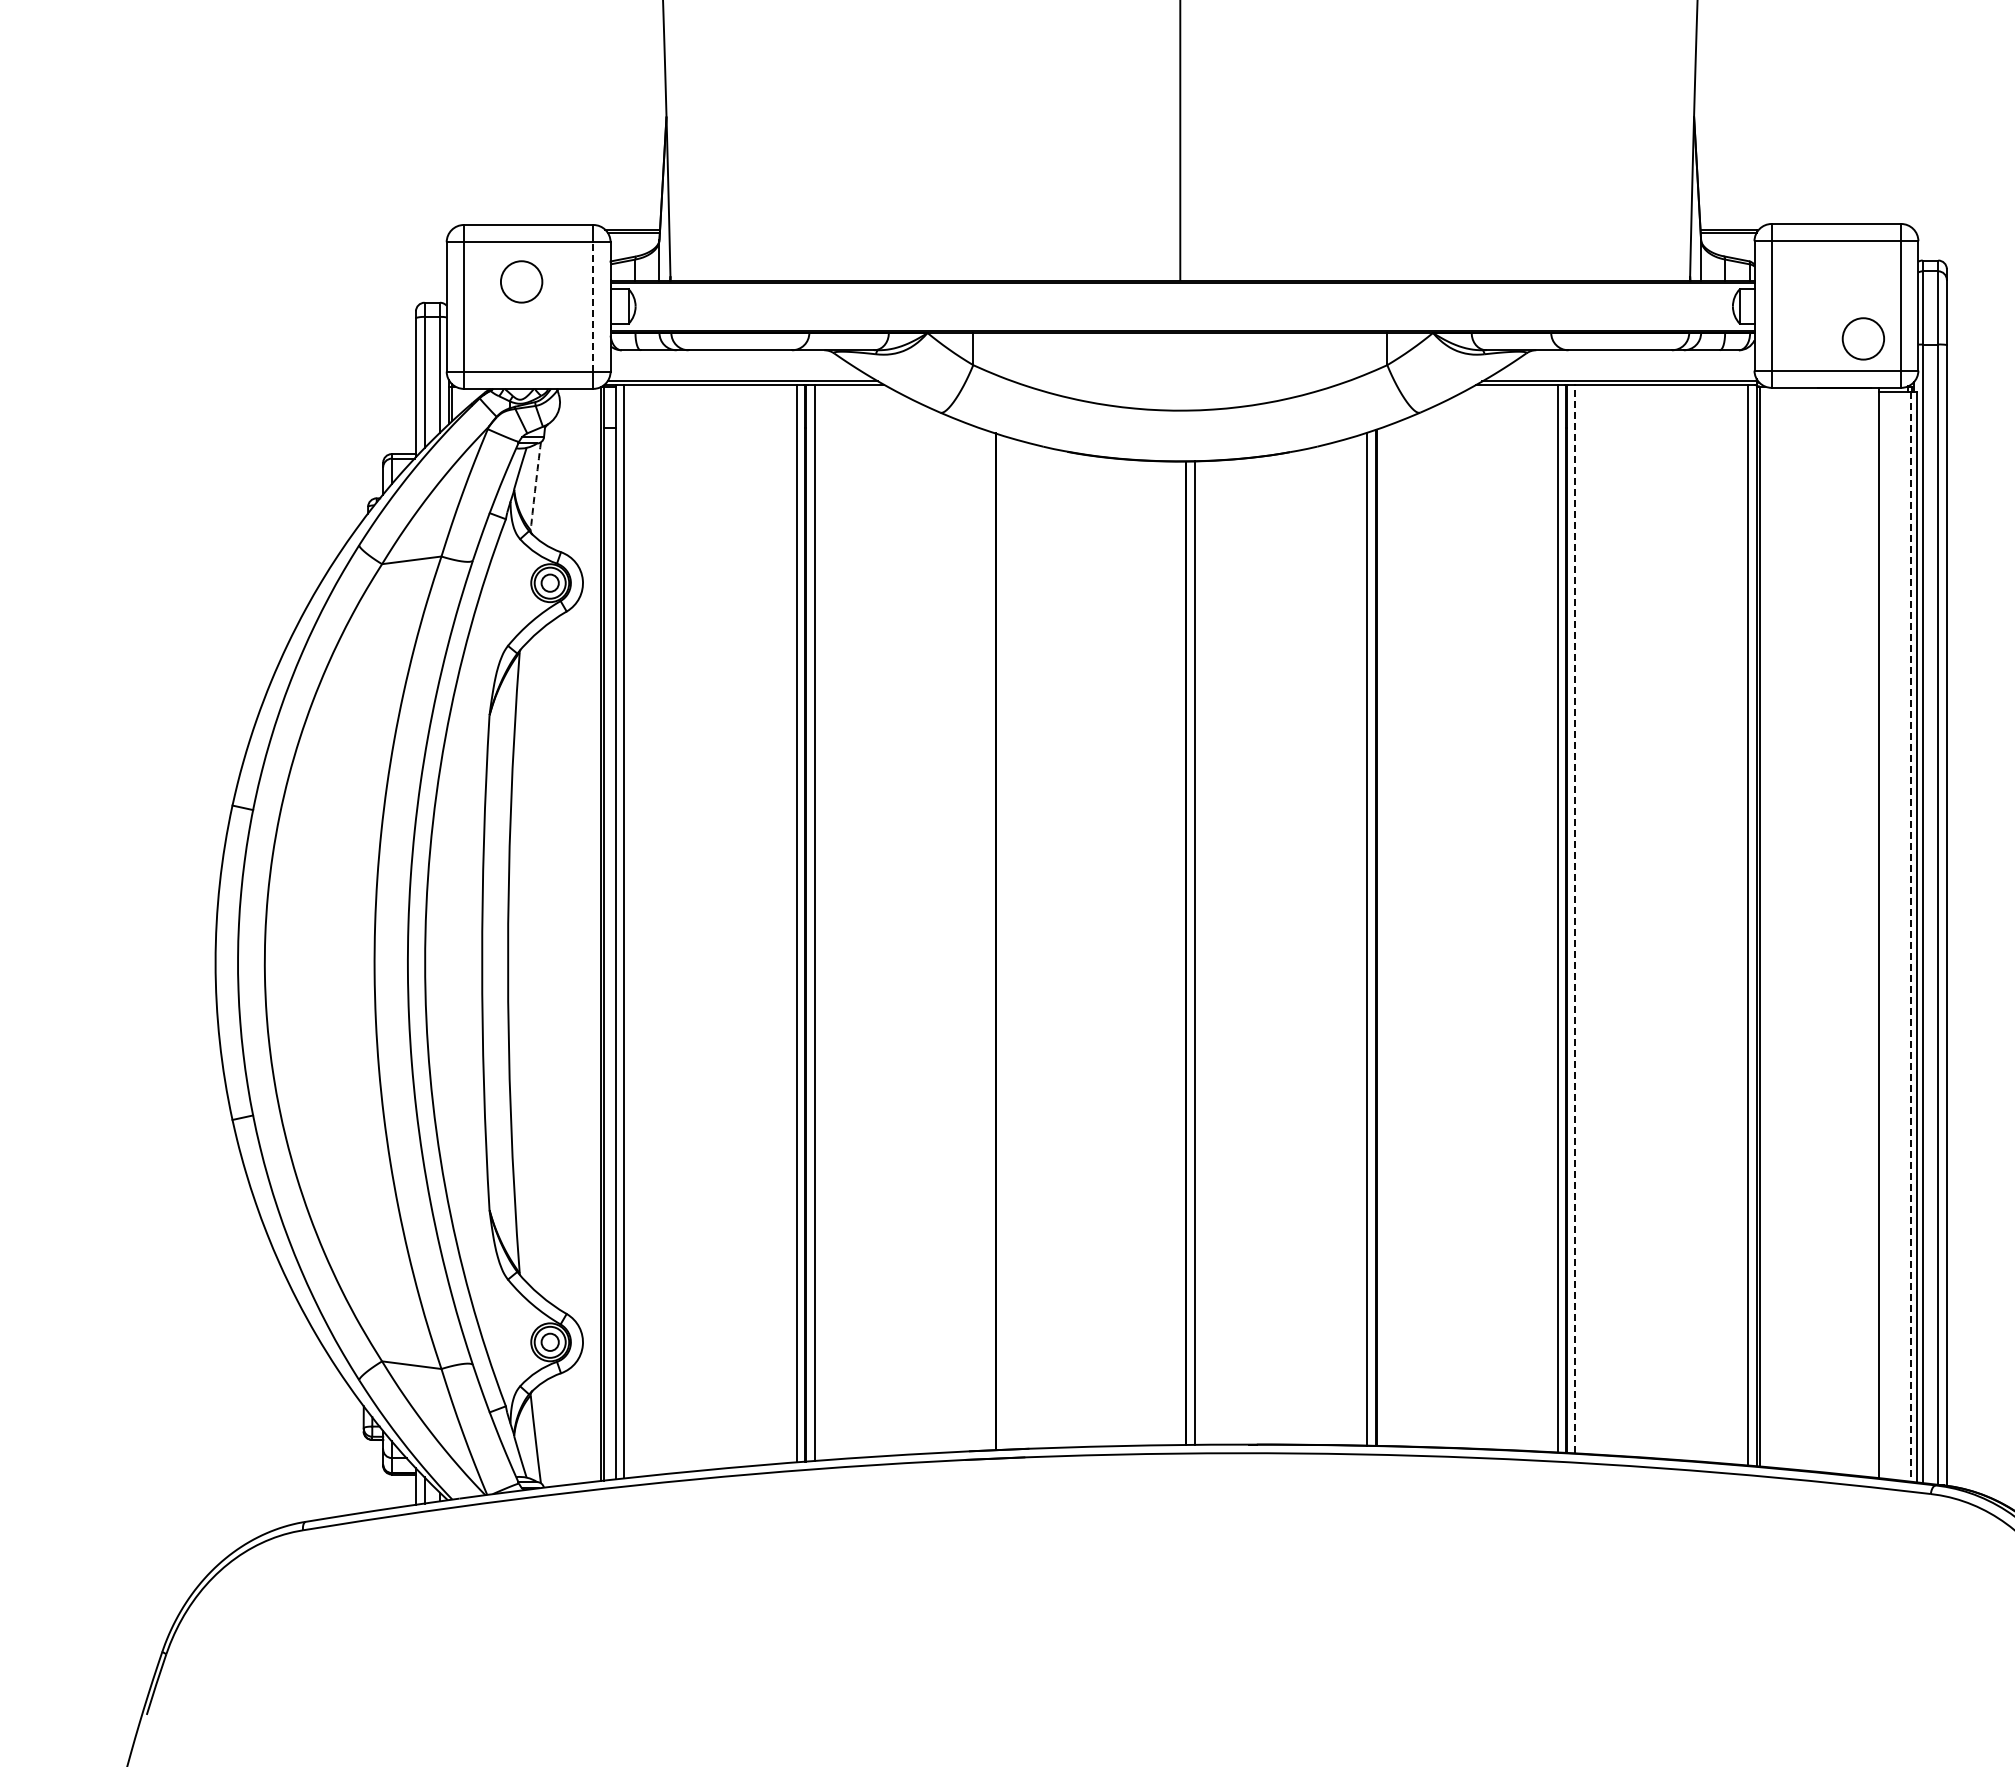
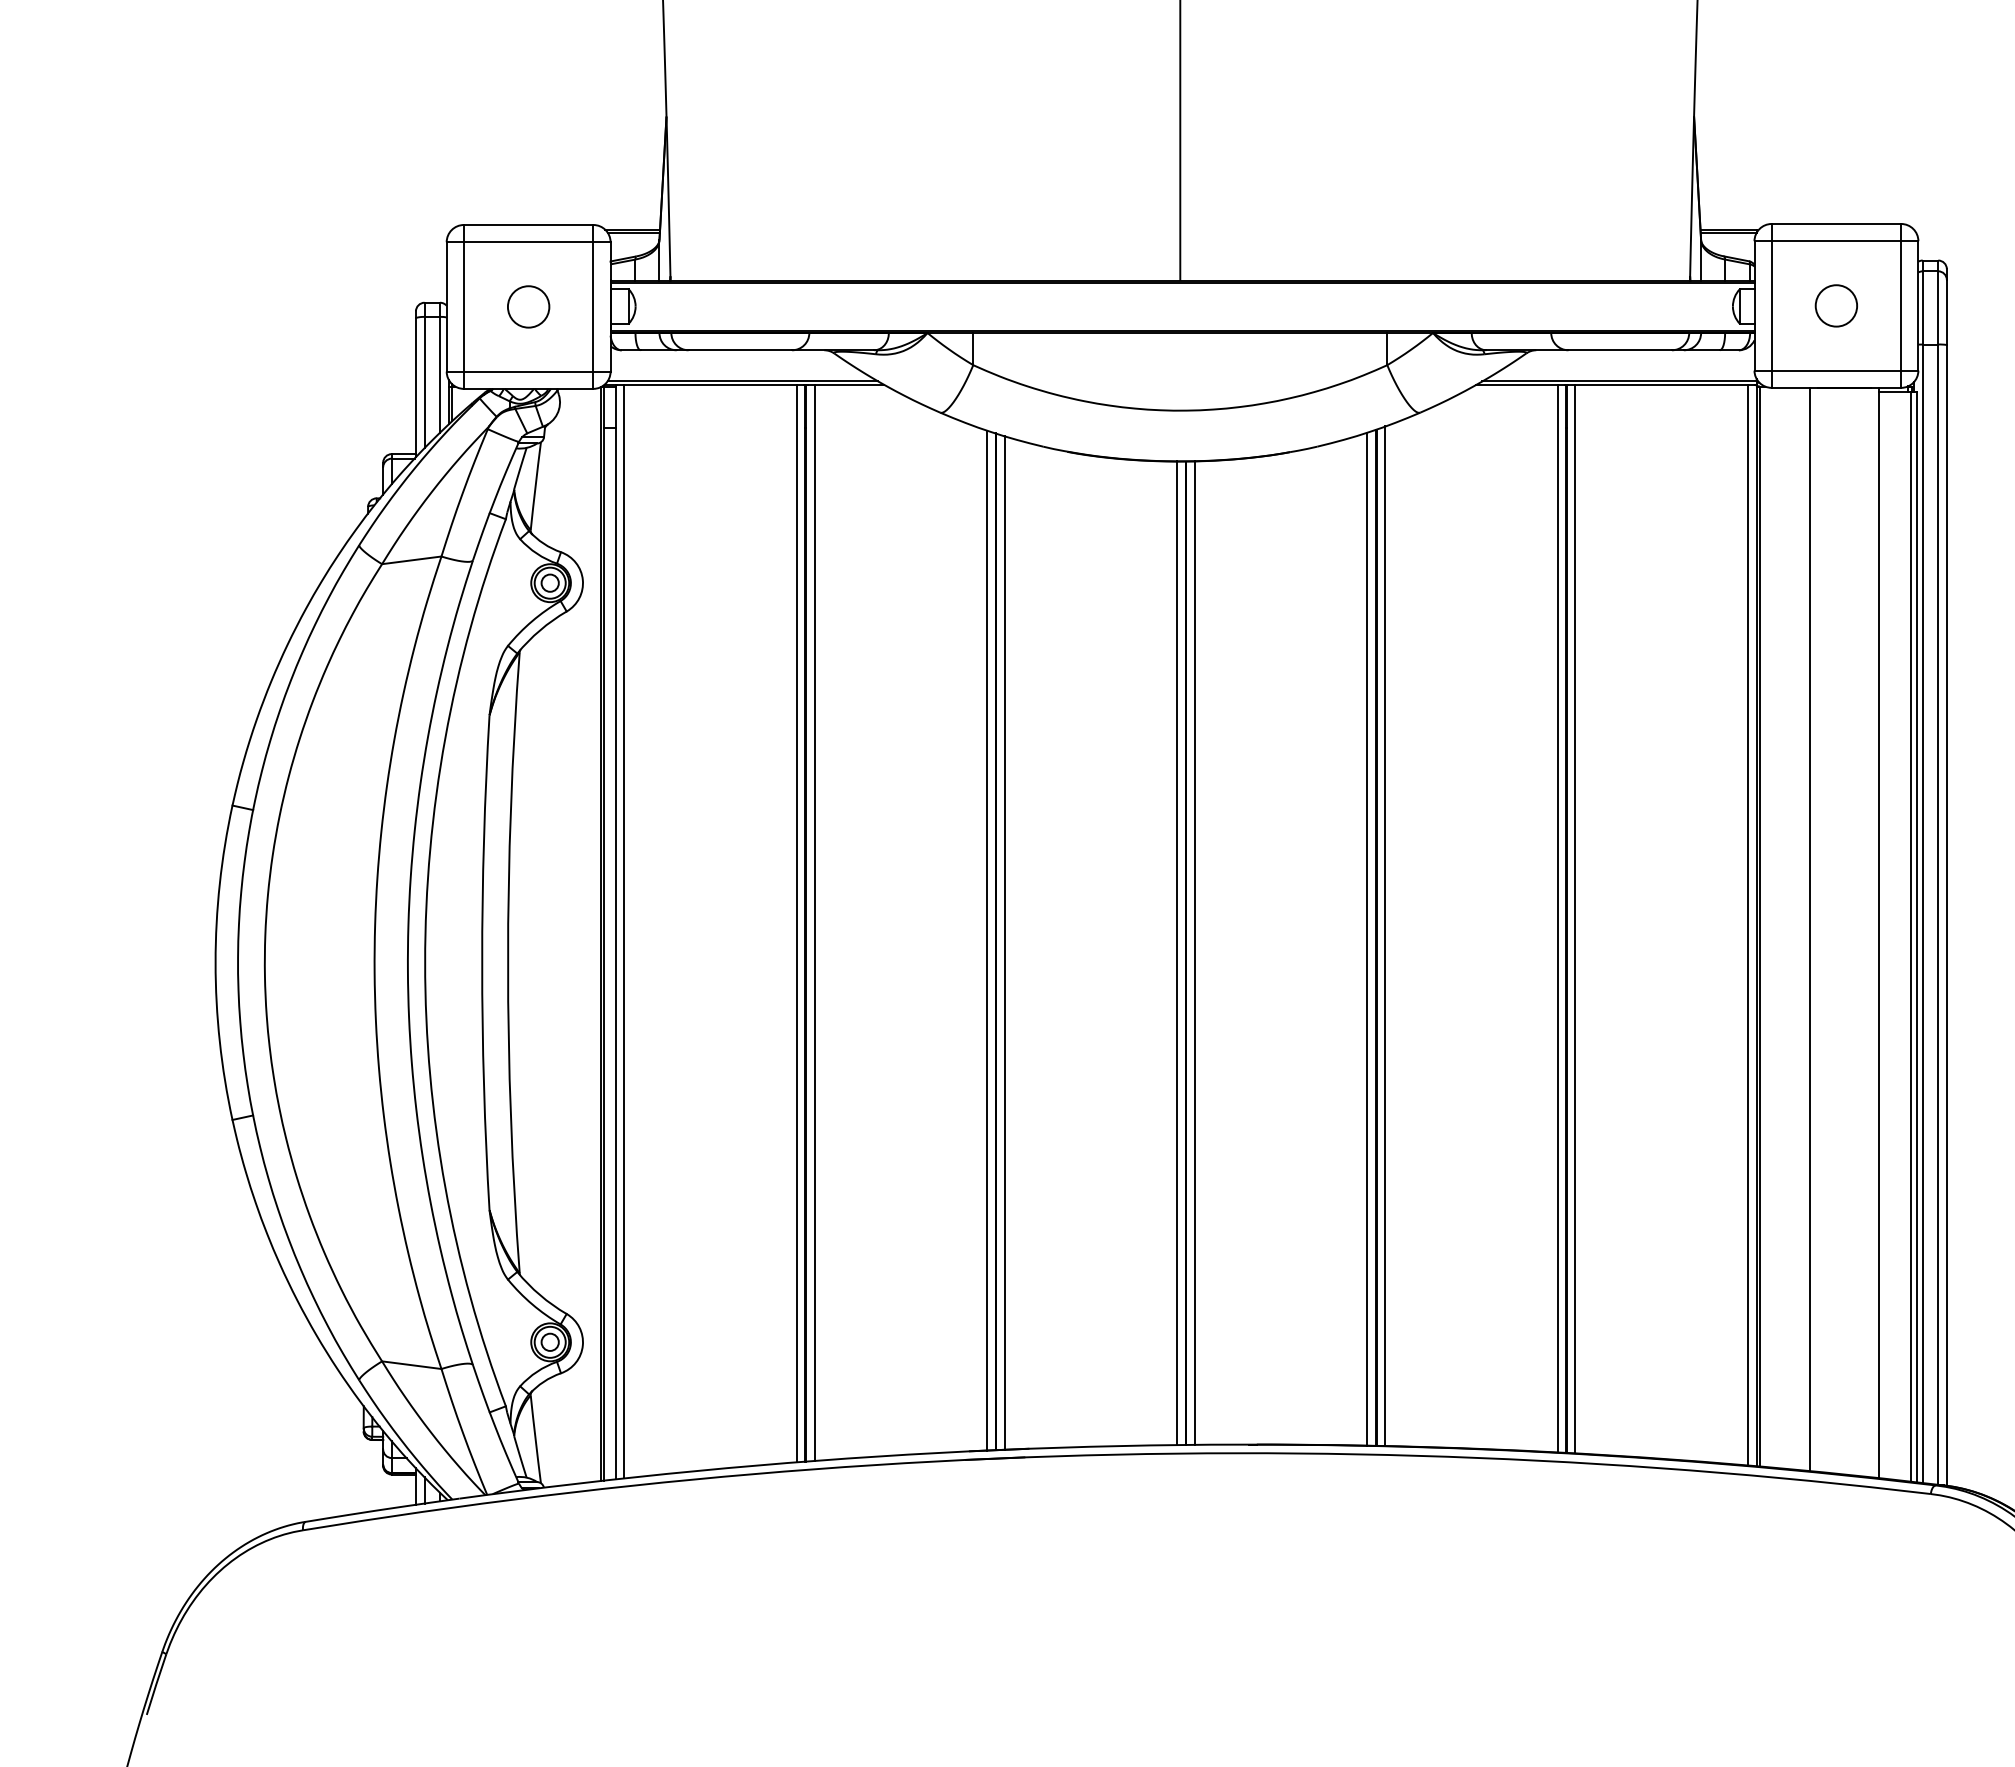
circle at (521, 281) position: (521, 281) -> (528, 306)
line at (593, 306): dashed -> solid
circle at (1862, 338) position: (1862, 338) -> (1835, 305)
arc at (535, 486): dashed -> solid
line at (1575, 918): dashed -> solid
line at (1810, 929): none -> present
line at (1385, 935): none -> present
line at (1910, 936): dashed -> solid
line at (987, 940): none -> present
line at (1004, 942): none -> present
line at (1177, 953): none -> present
